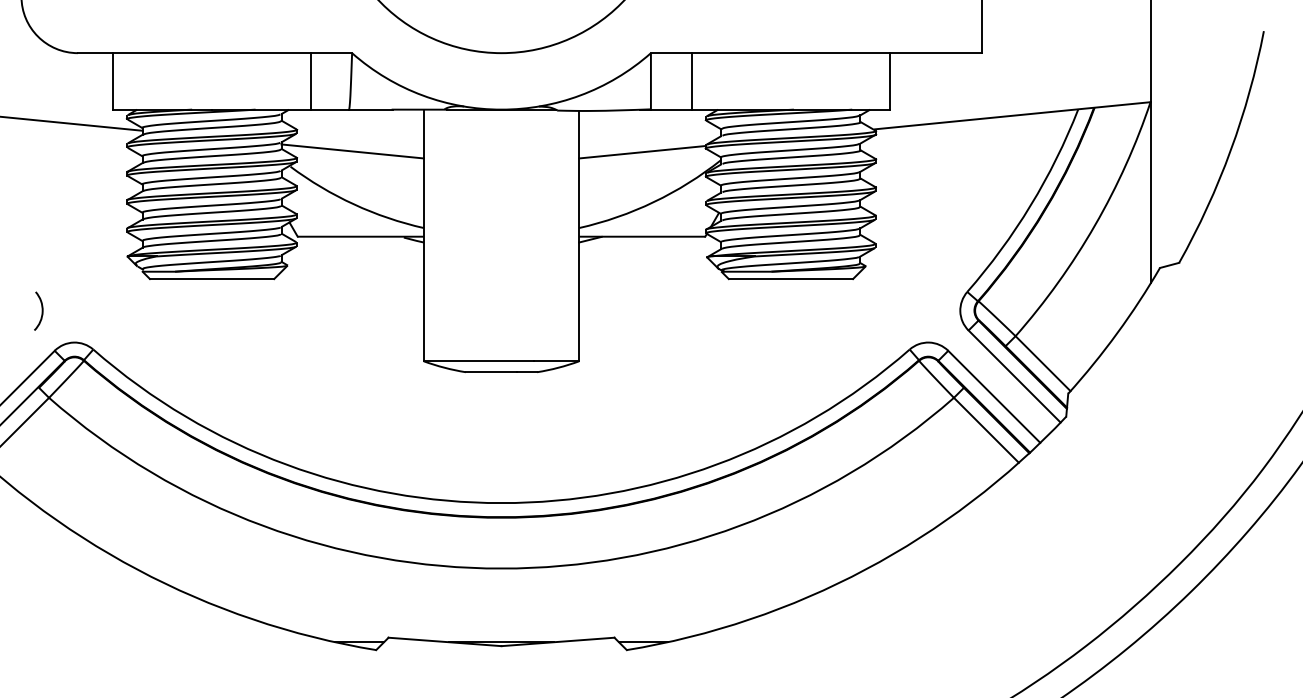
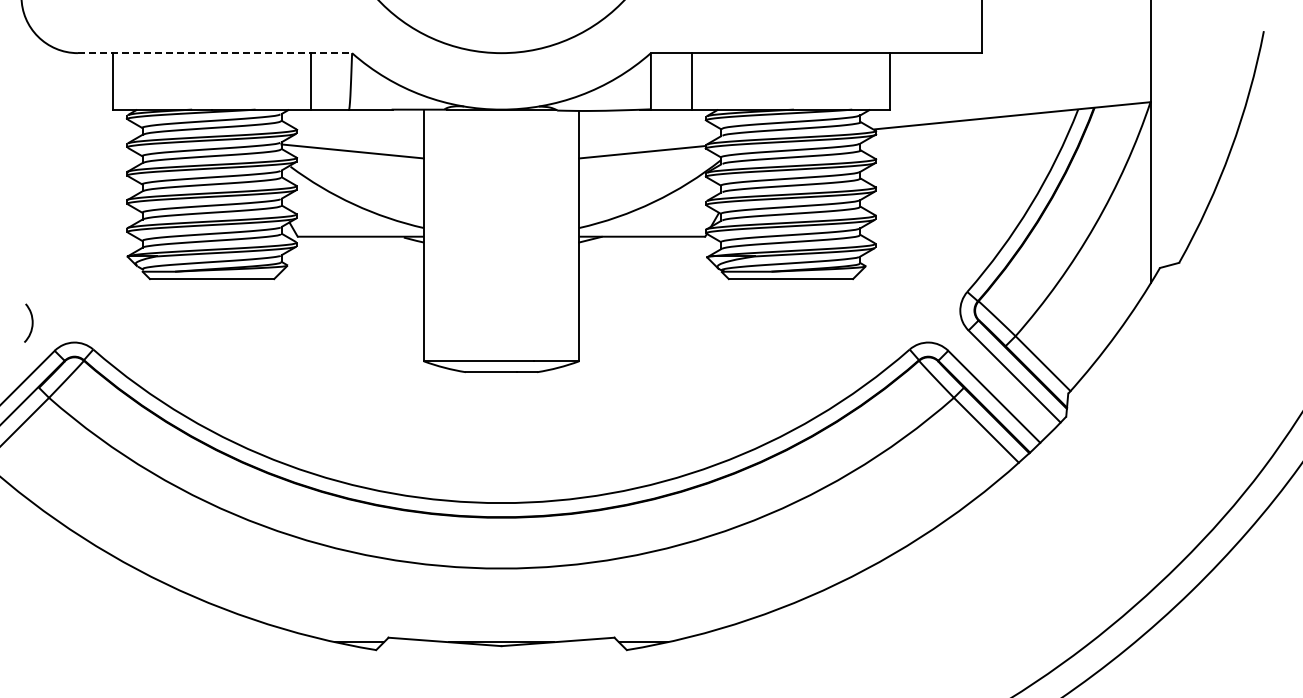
line at (215, 53): solid -> dashed
line at (72, 123): present -> none
curve at (41, 310) position: (41, 310) -> (31, 322)
